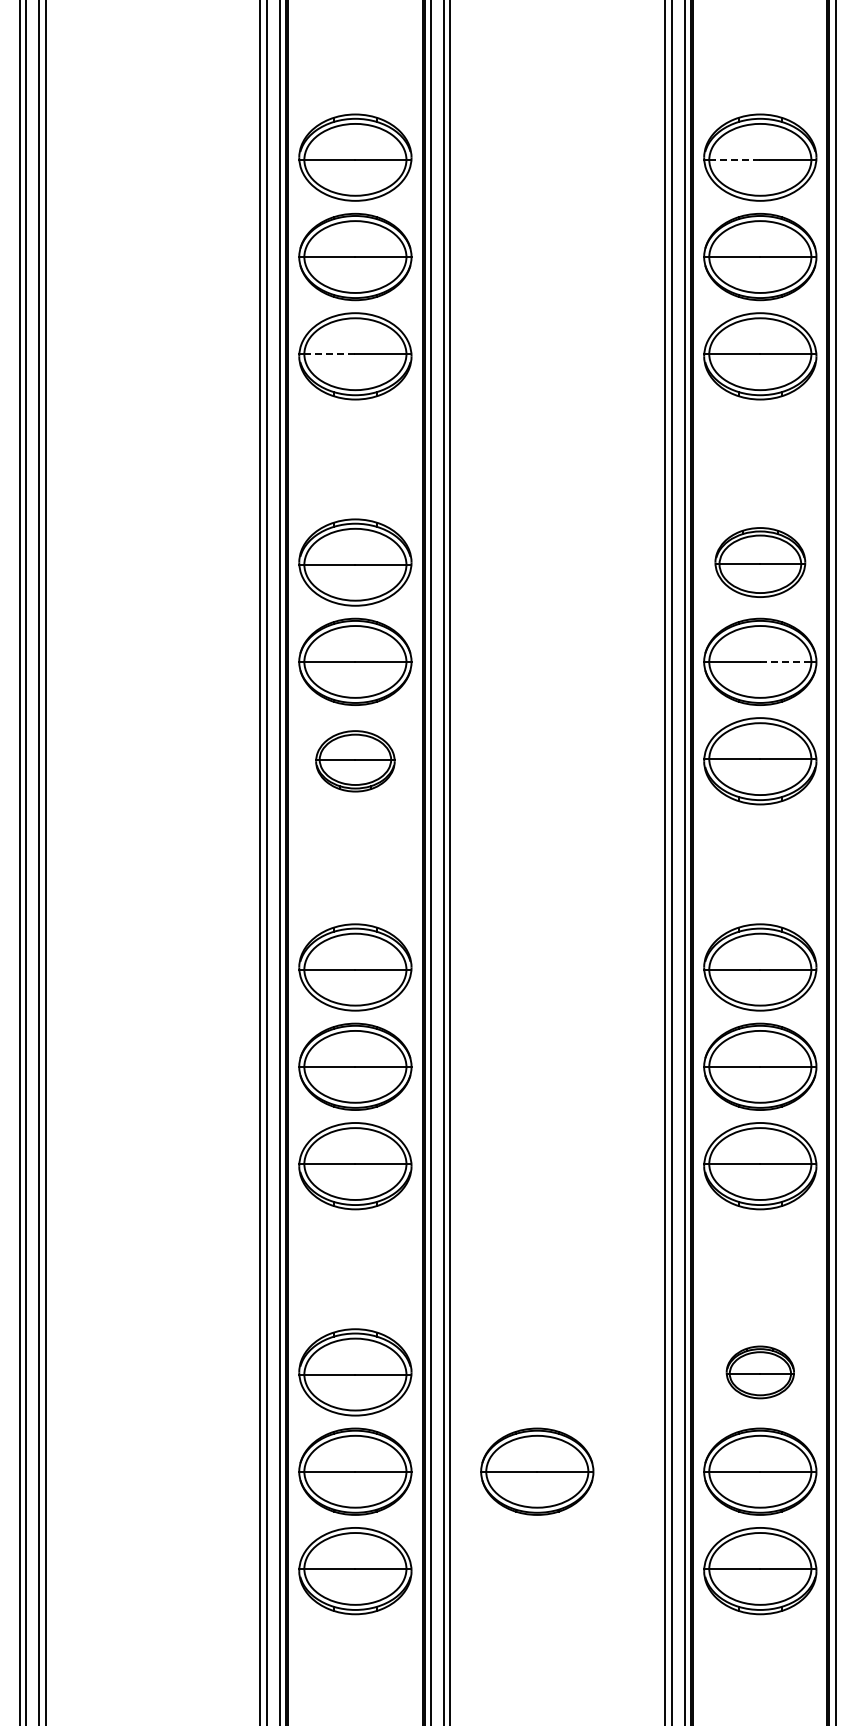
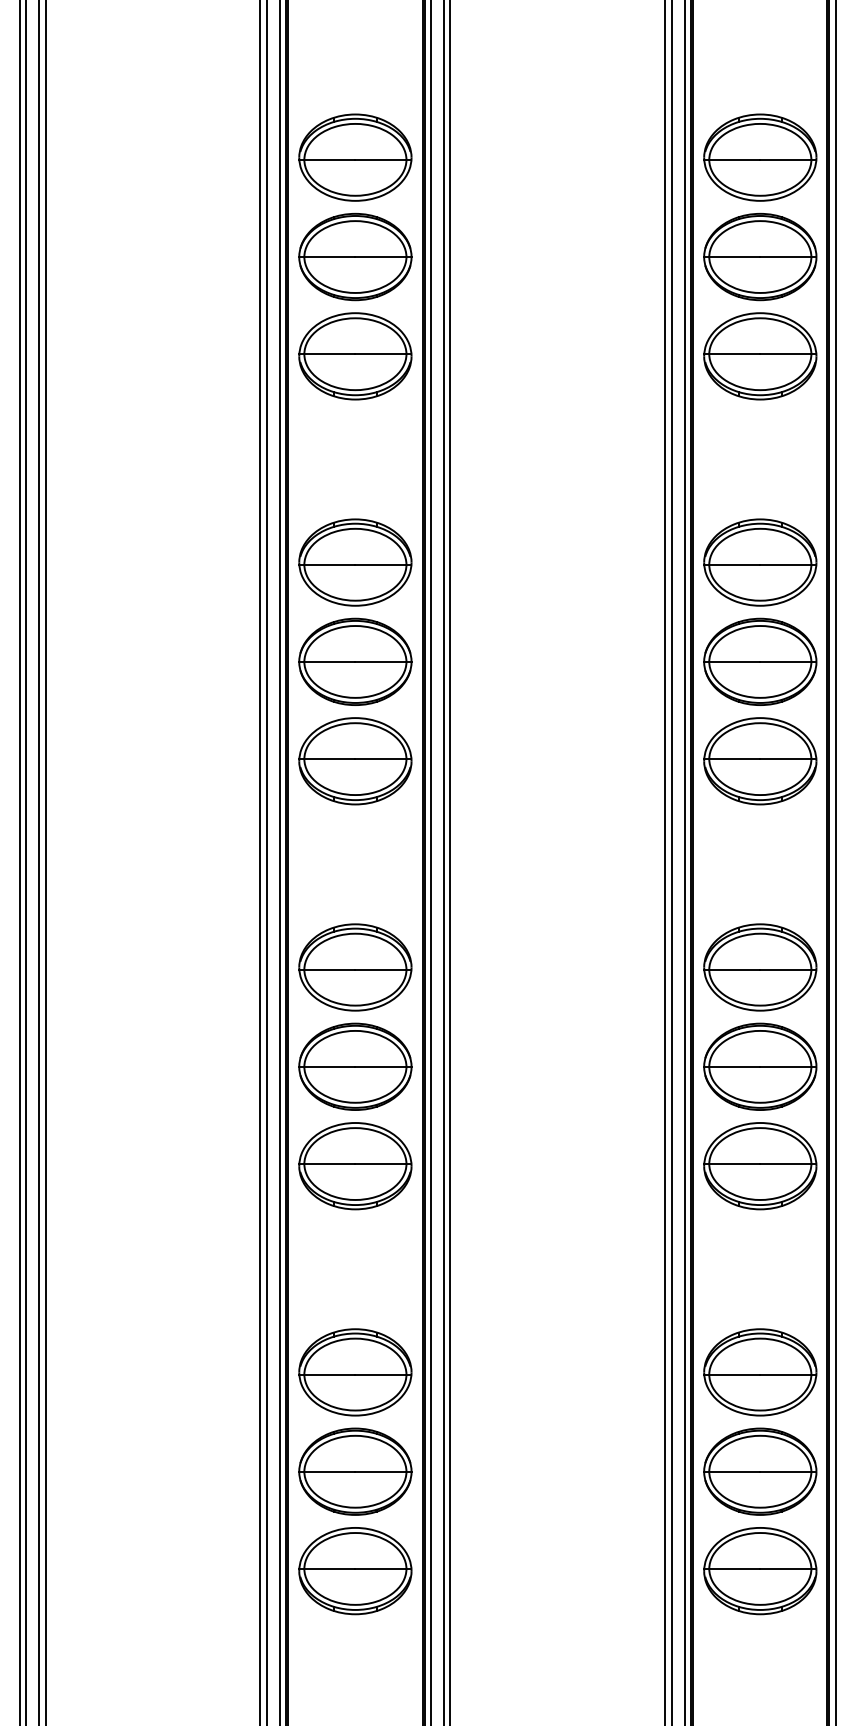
line at (734, 159): dashed -> solid
line at (329, 354): dashed -> solid
part at (760, 562) size: 93x71 px -> 115x89 px
line at (785, 661): dashed -> solid
part at (355, 761) size: 81x63 px -> 115x89 px
part at (759, 1372) size: 70x55 px -> 115x89 px
part at (537, 1471): present -> none
